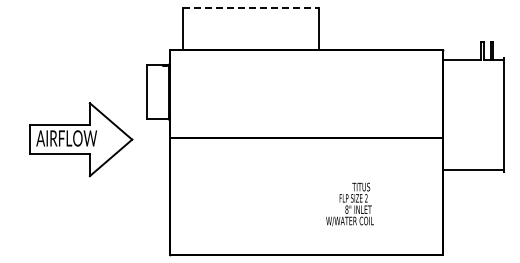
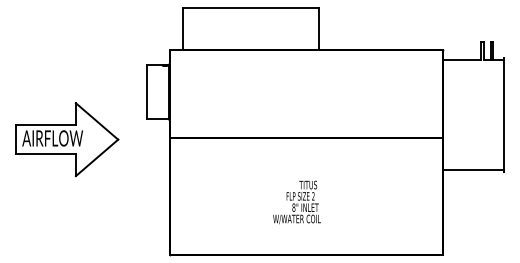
line at (250, 7): dashed -> solid
part at (81, 139) position: (81, 139) -> (67, 139)
text at (349, 204) position: (349, 204) -> (296, 202)
